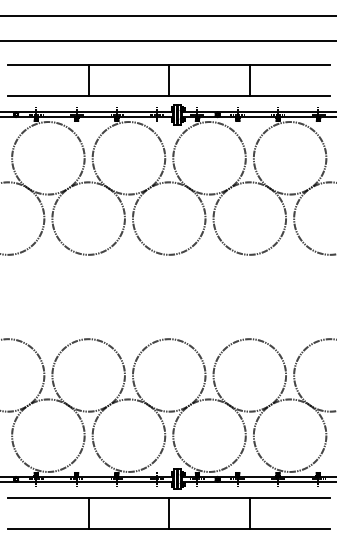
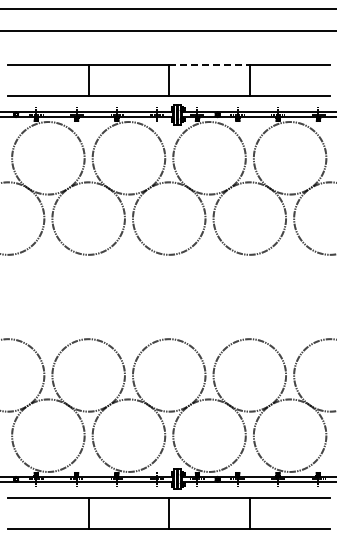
line at (167, 16) position: (167, 16) -> (167, 9)
line at (167, 41) position: (167, 41) -> (167, 31)
line at (210, 65): solid -> dashed
